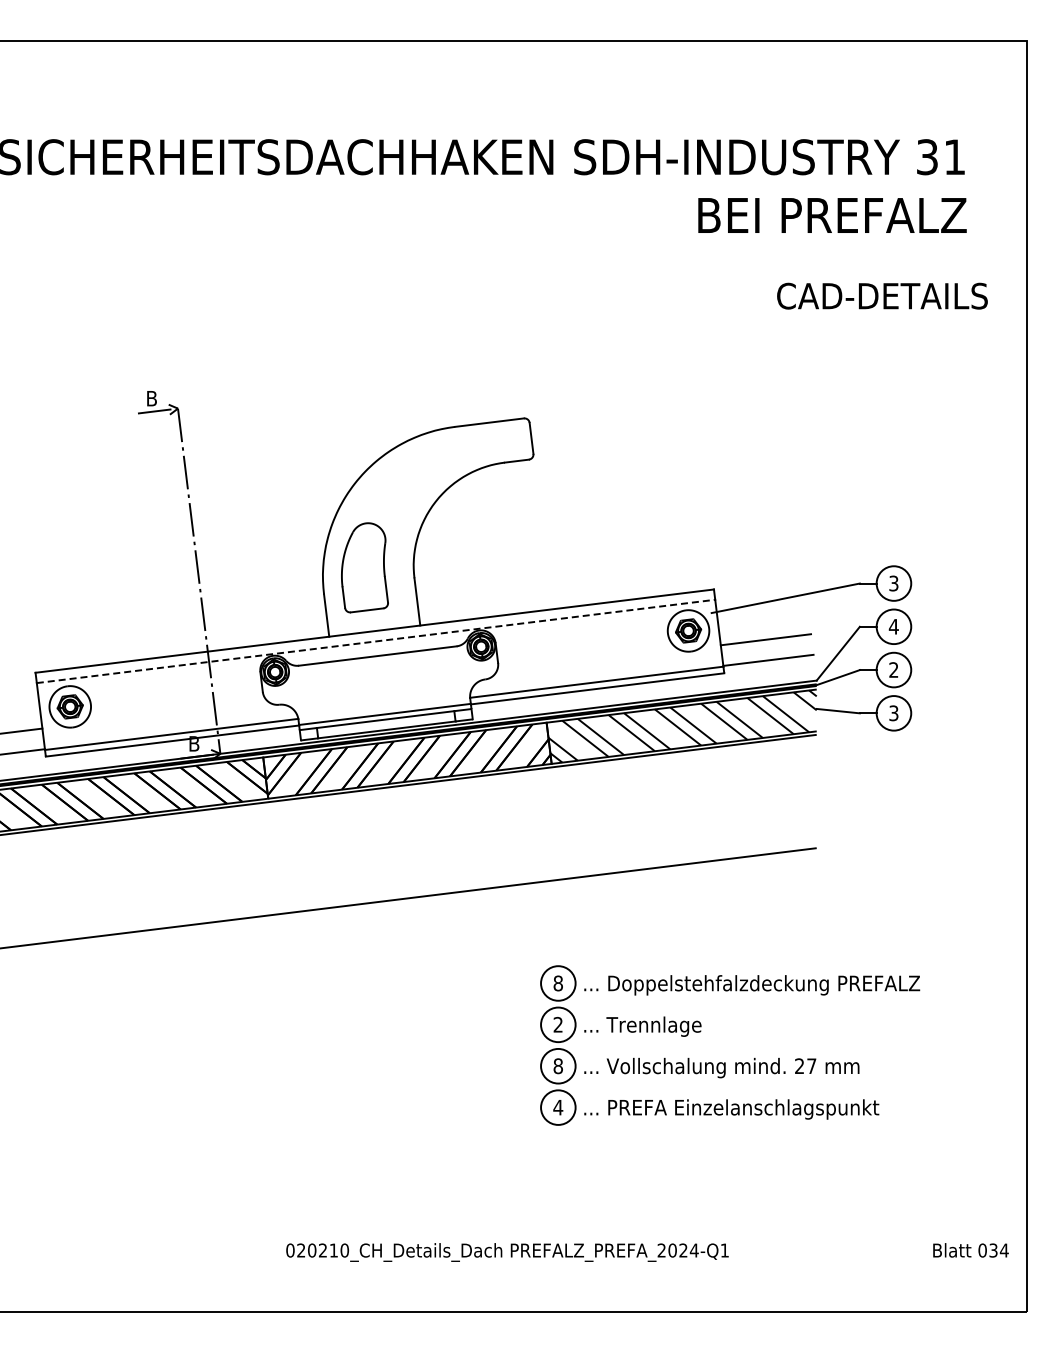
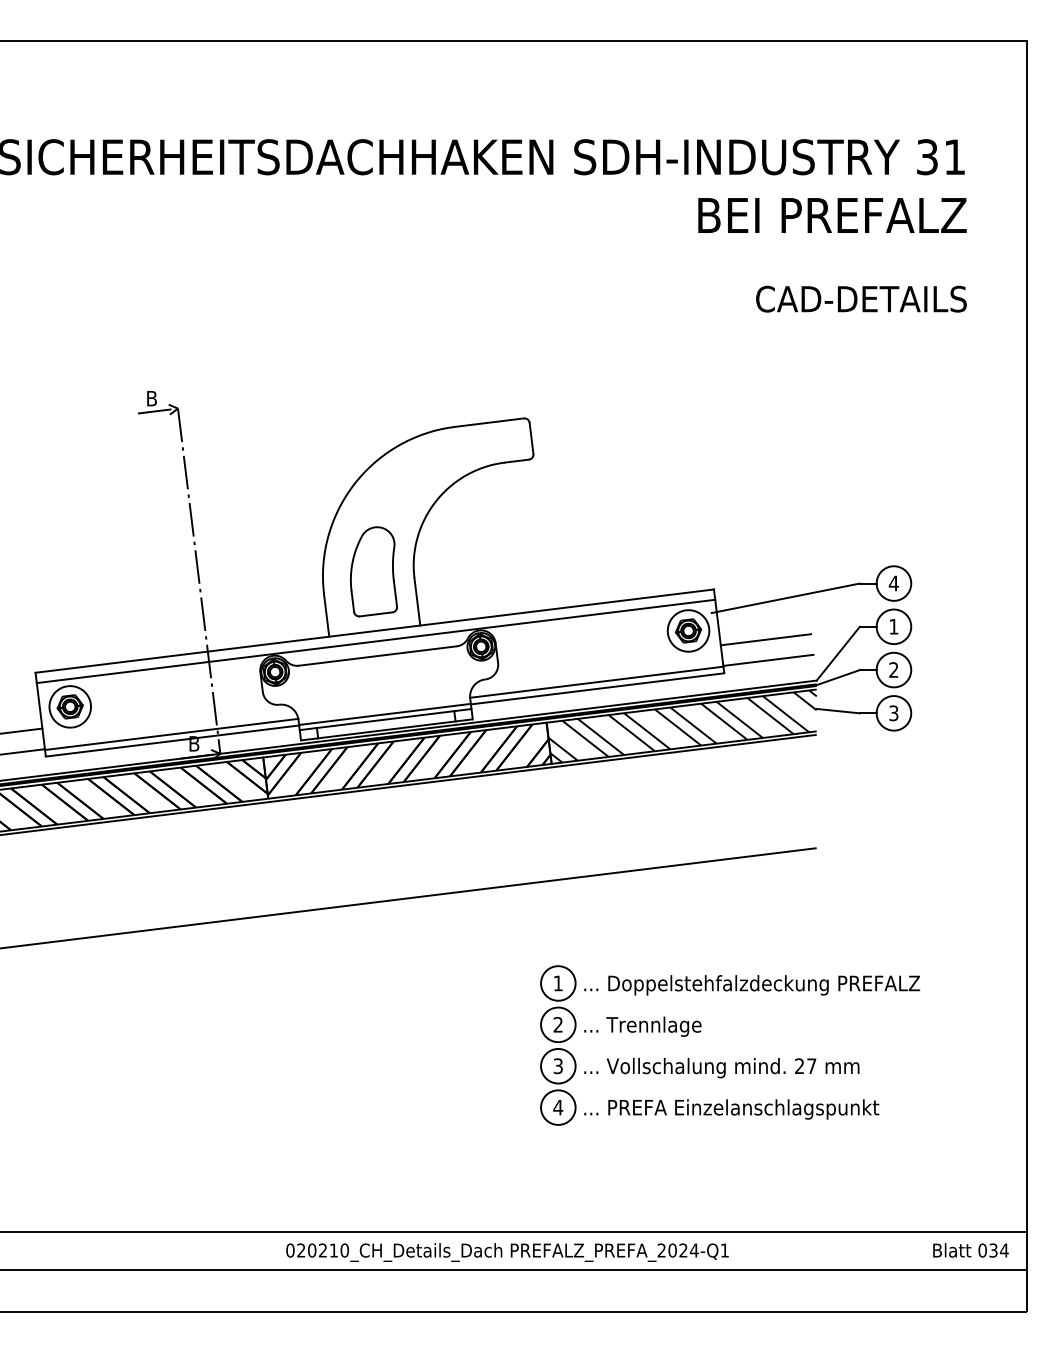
text at (882, 295) position: (882, 295) -> (861, 298)
part at (364, 567) position: (364, 567) -> (373, 571)
text at (893, 583): 3 -> 4
text at (893, 626): 4 -> 1
line at (376, 641): dashed -> solid
text at (557, 983): 8 -> 1
text at (557, 1066): 8 -> 3
line at (514, 1231): none -> present
line at (514, 1269): none -> present
